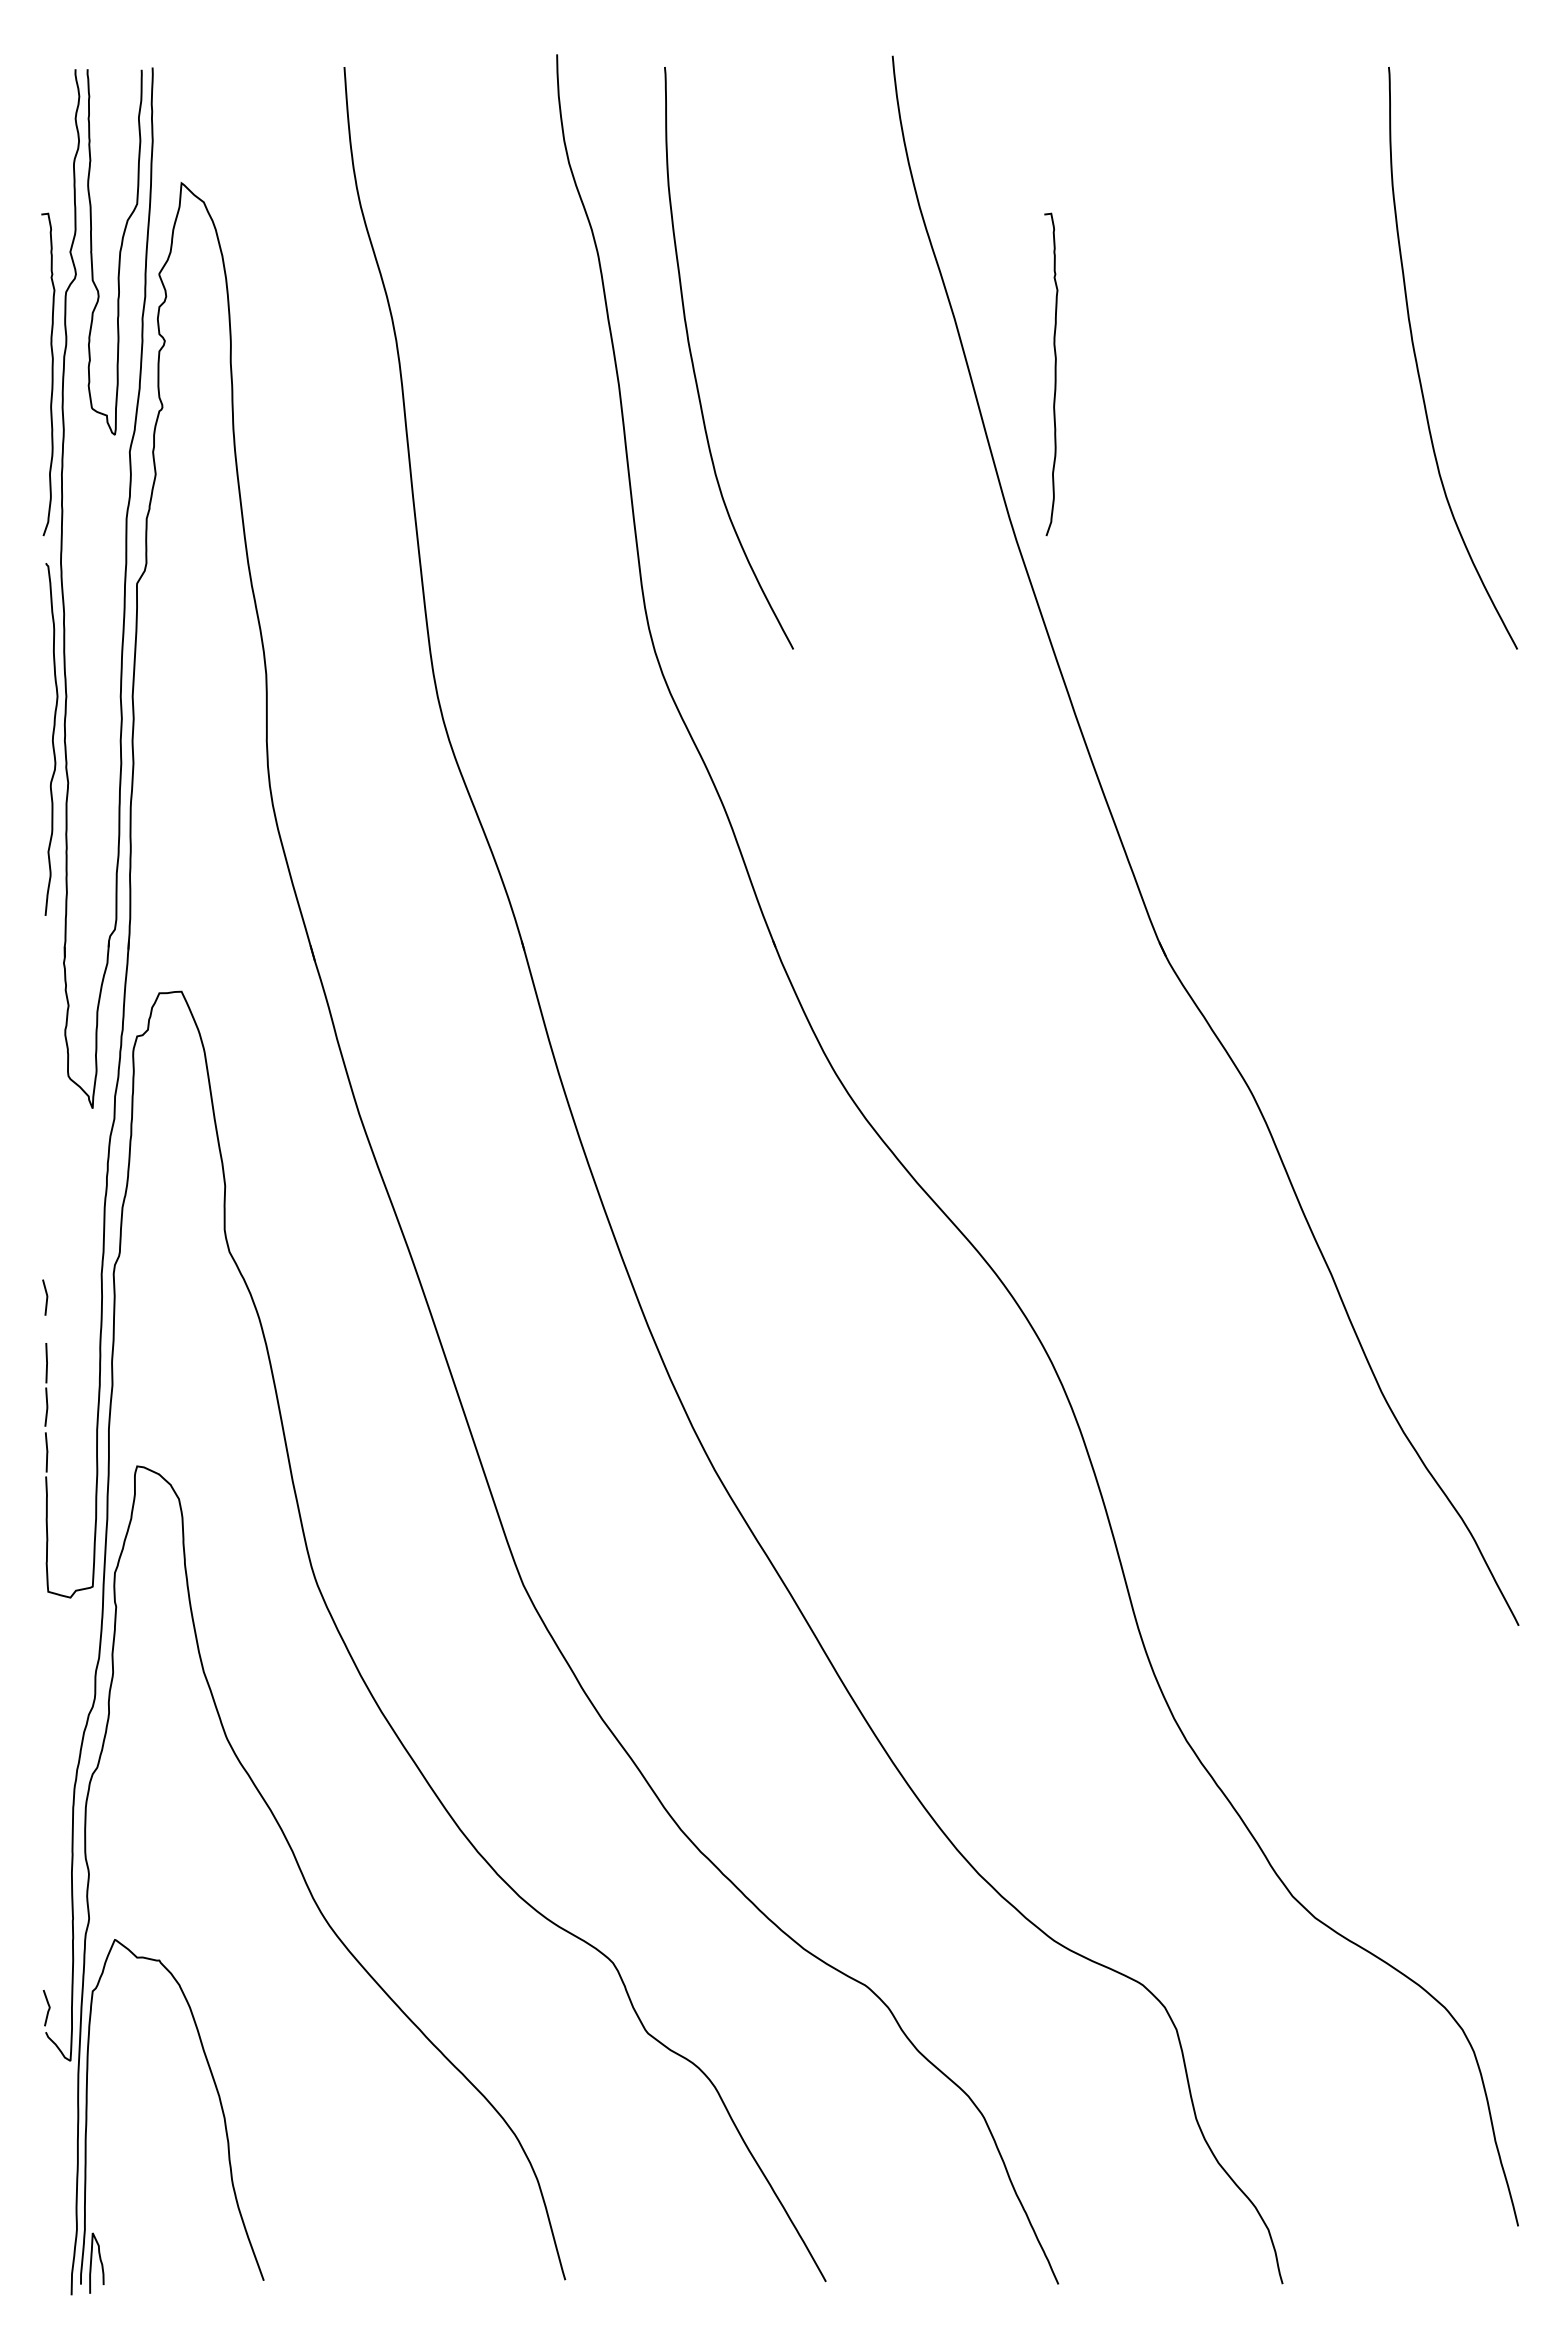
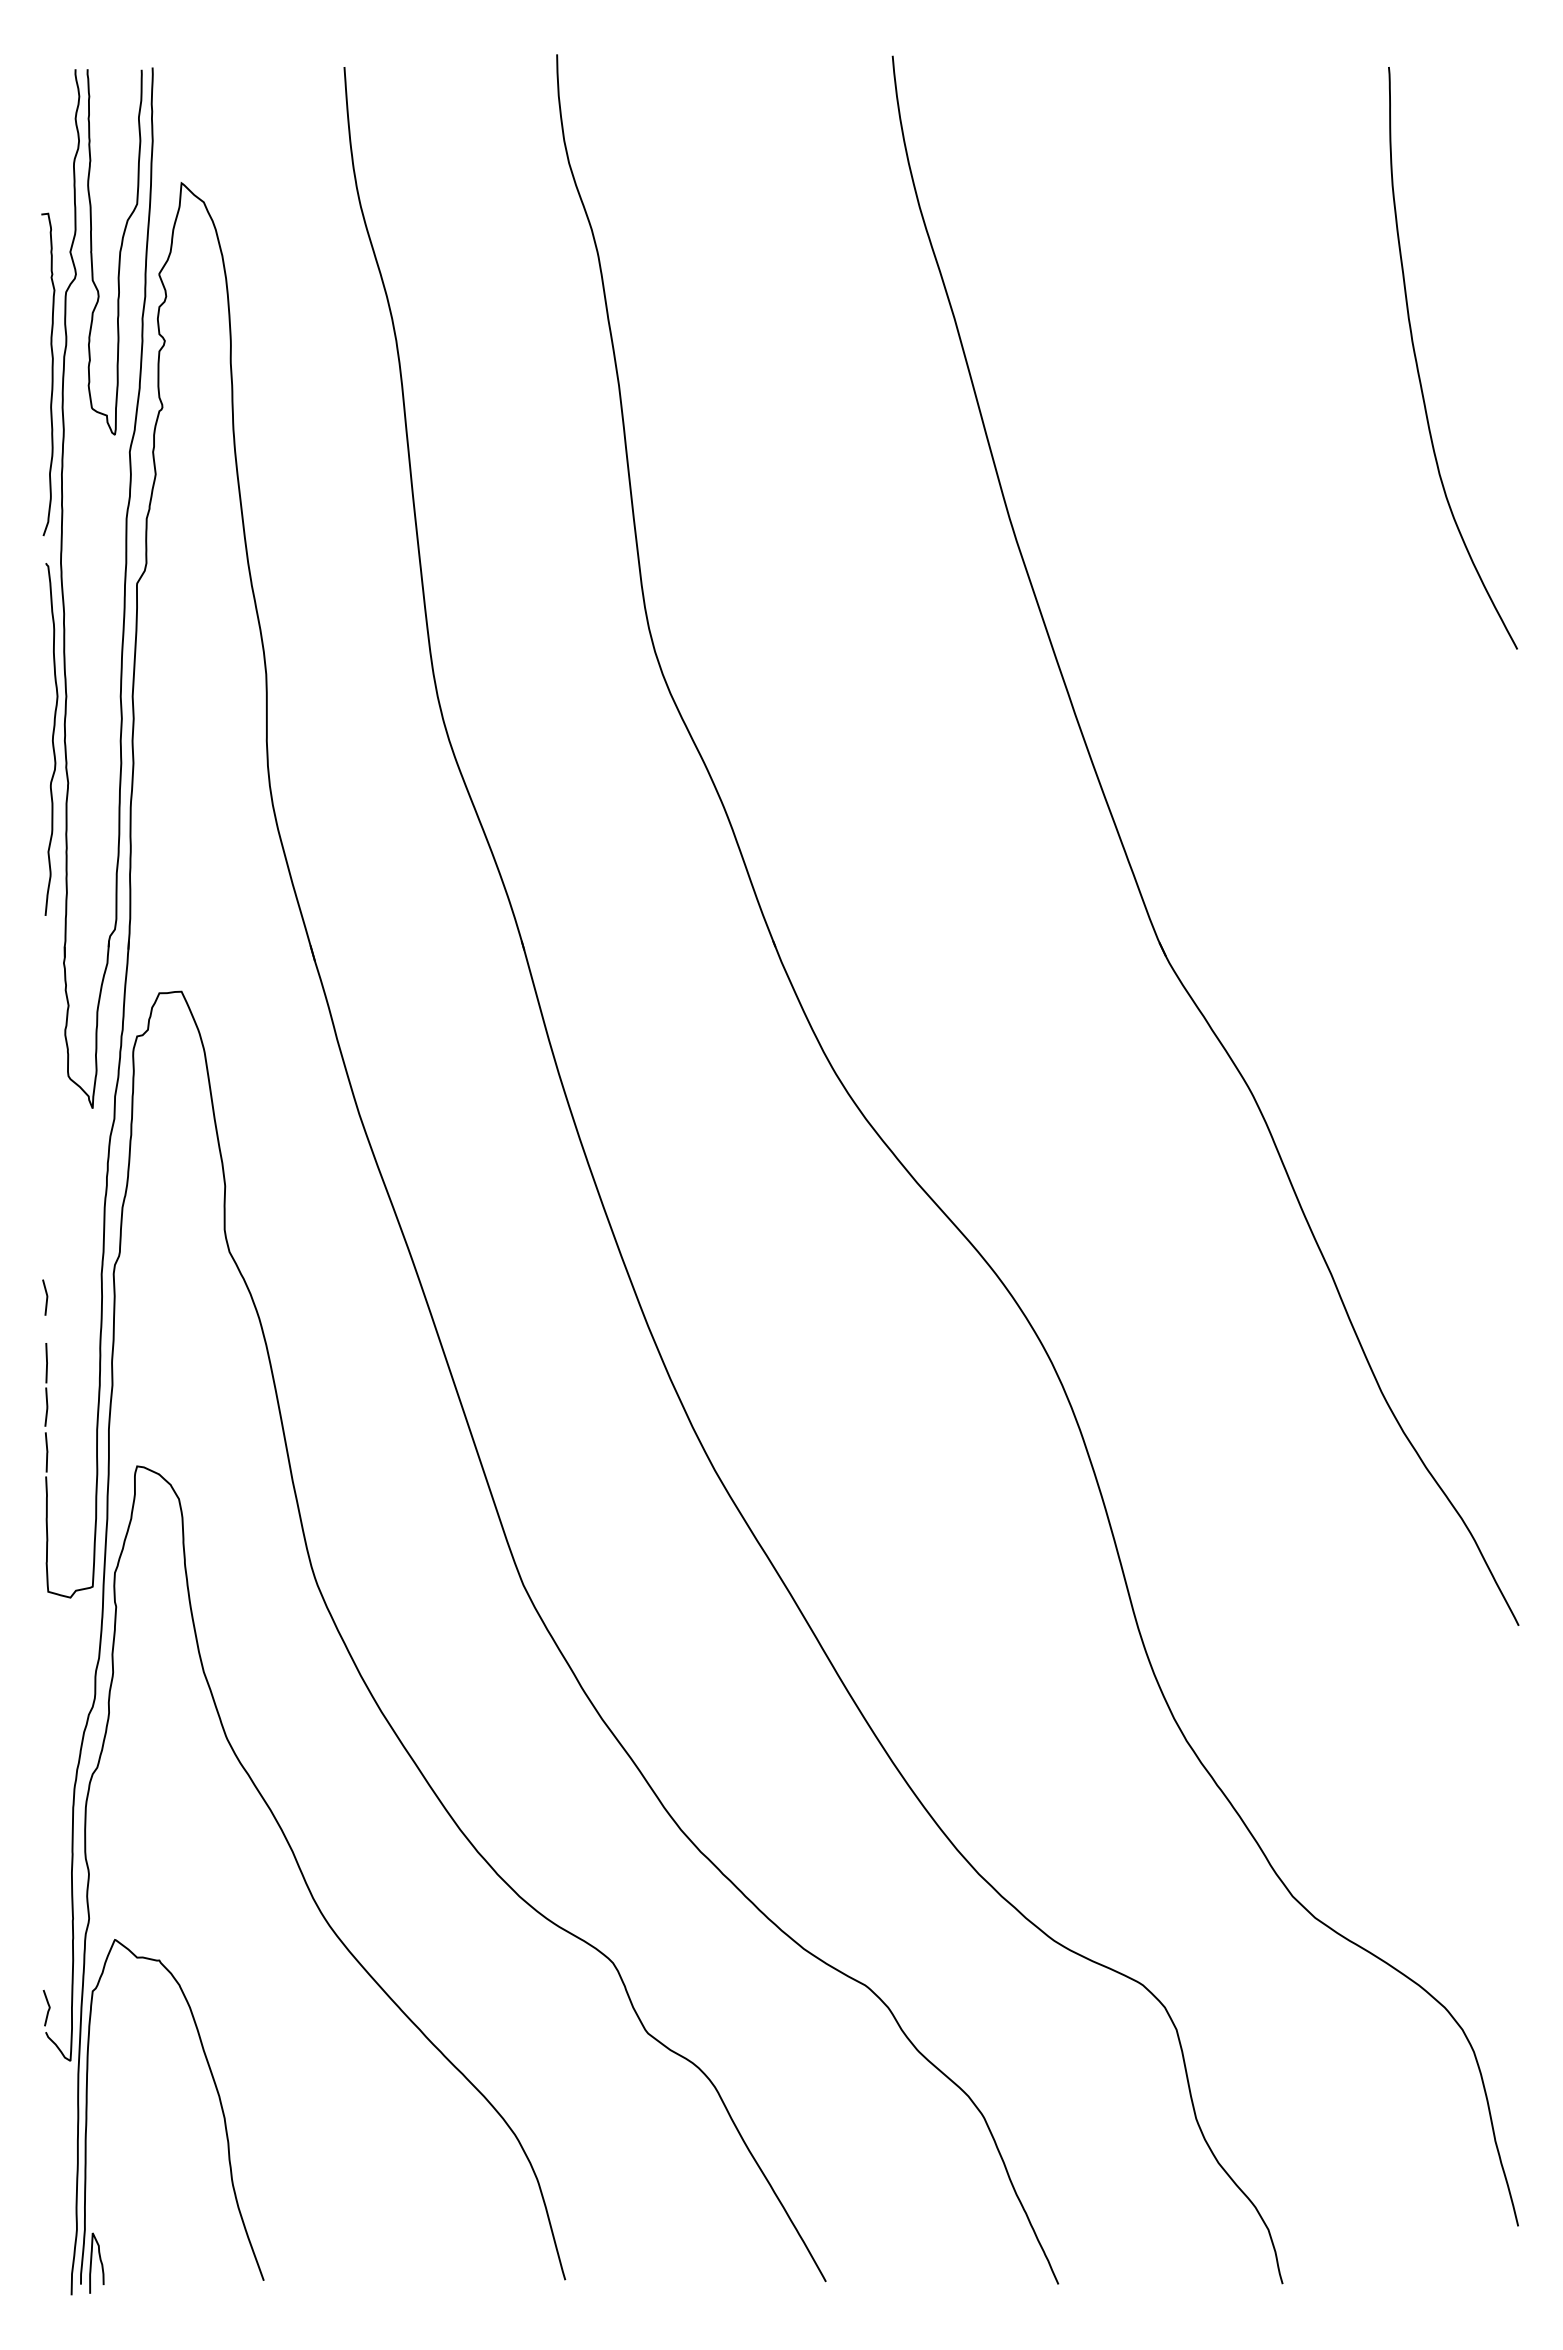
curve at (694, 366): present -> none
curve at (1054, 374): present -> none
